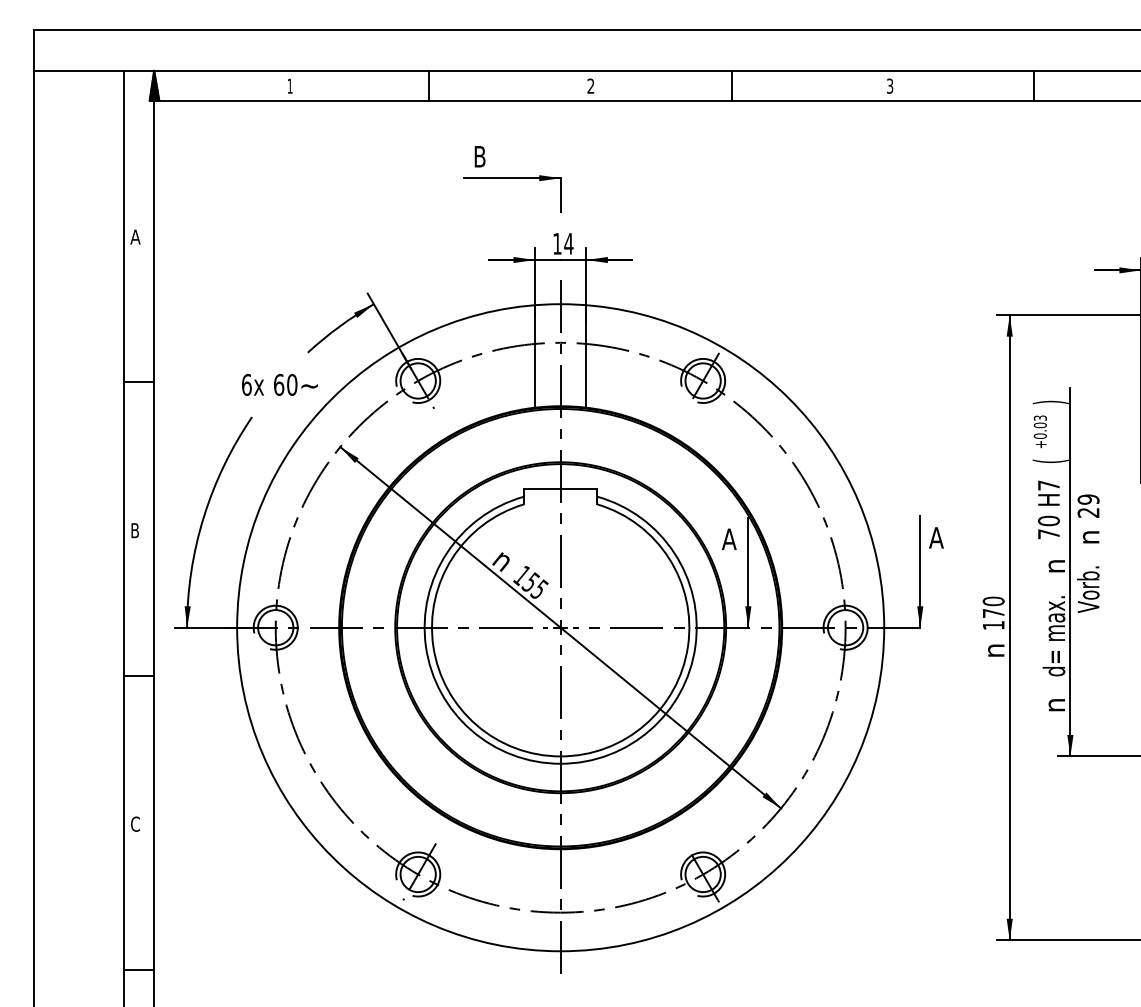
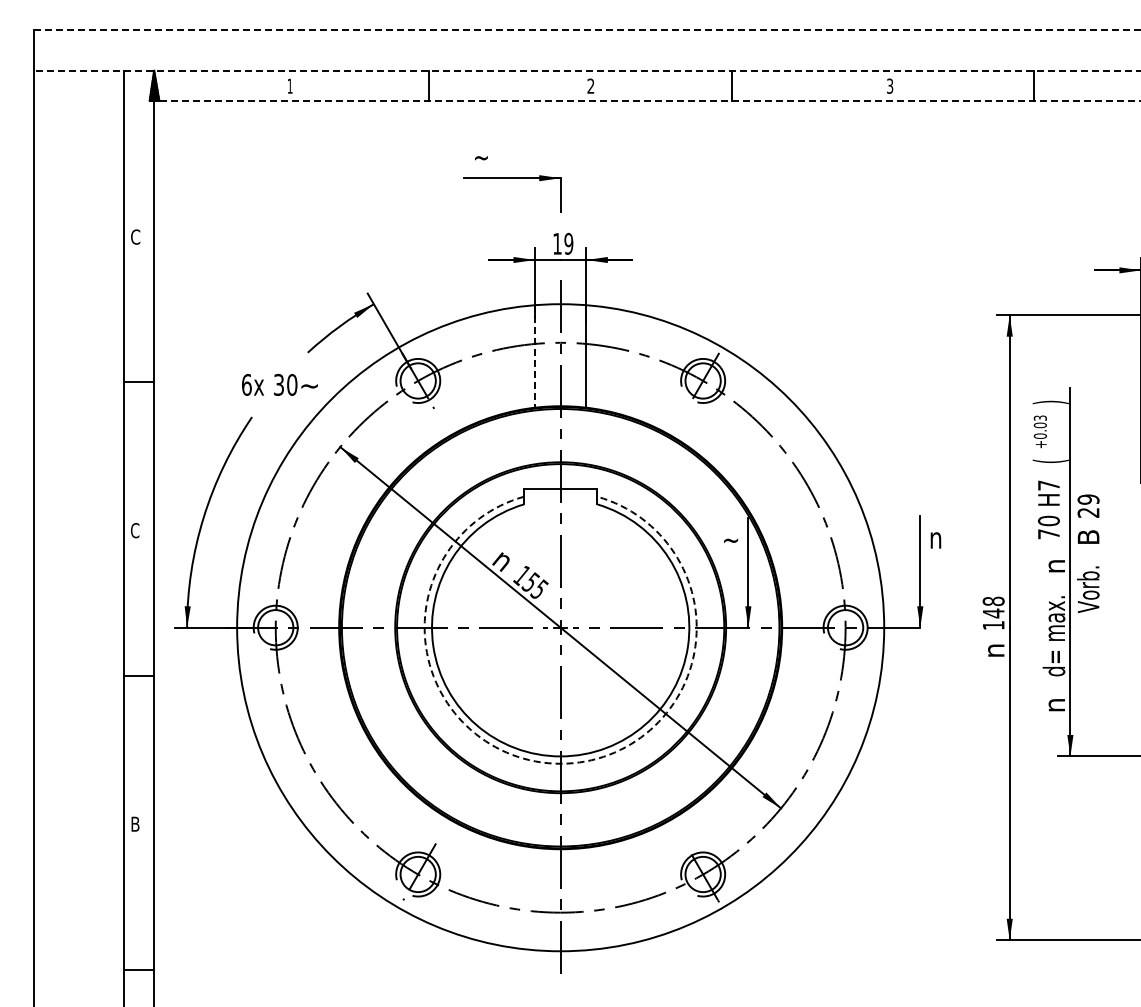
line at (587, 30): solid -> dashed
line at (587, 70): solid -> dashed
line at (646, 100): solid -> dashed
text at (480, 156): B -> ~
text at (135, 236): A -> C
text at (568, 243): 14 -> 19
line at (534, 356): solid -> dashed
text at (279, 384): 60 -> 30
text at (135, 530): B -> C
text at (1088, 536): n -> B
text at (936, 537): A -> n
text at (729, 538): A -> ~
text at (993, 607): 170 -> 148
arc at (560, 763): solid -> dashed
text at (135, 823): C -> B
